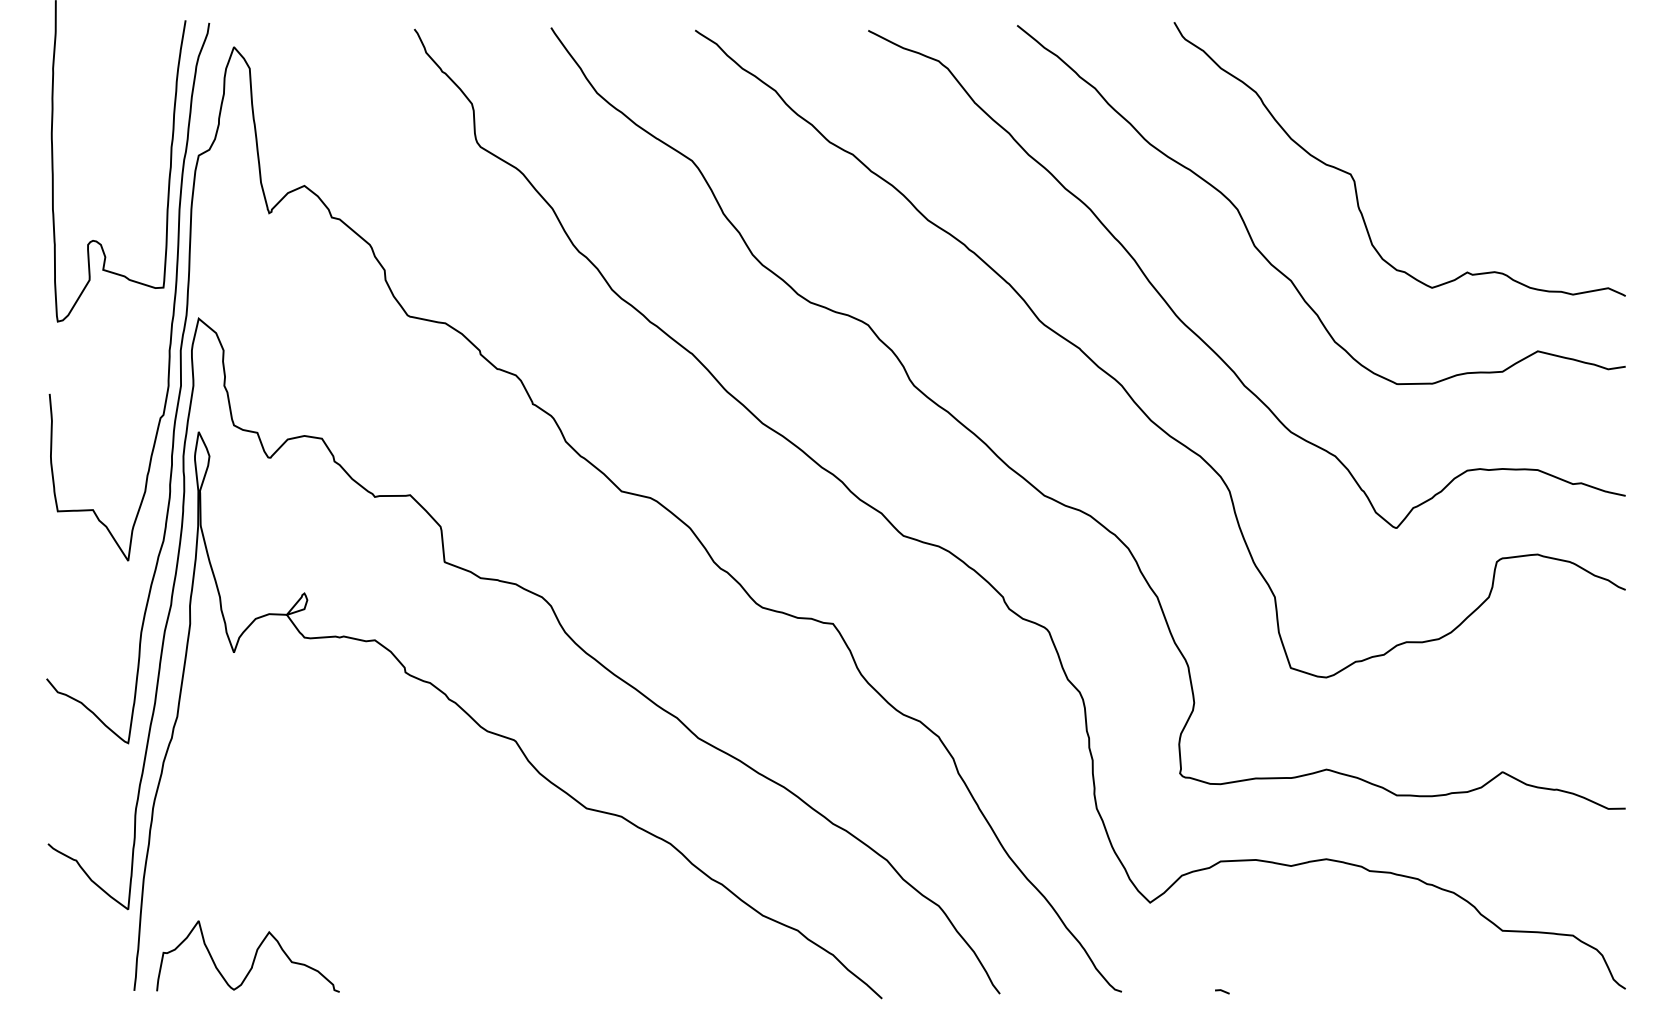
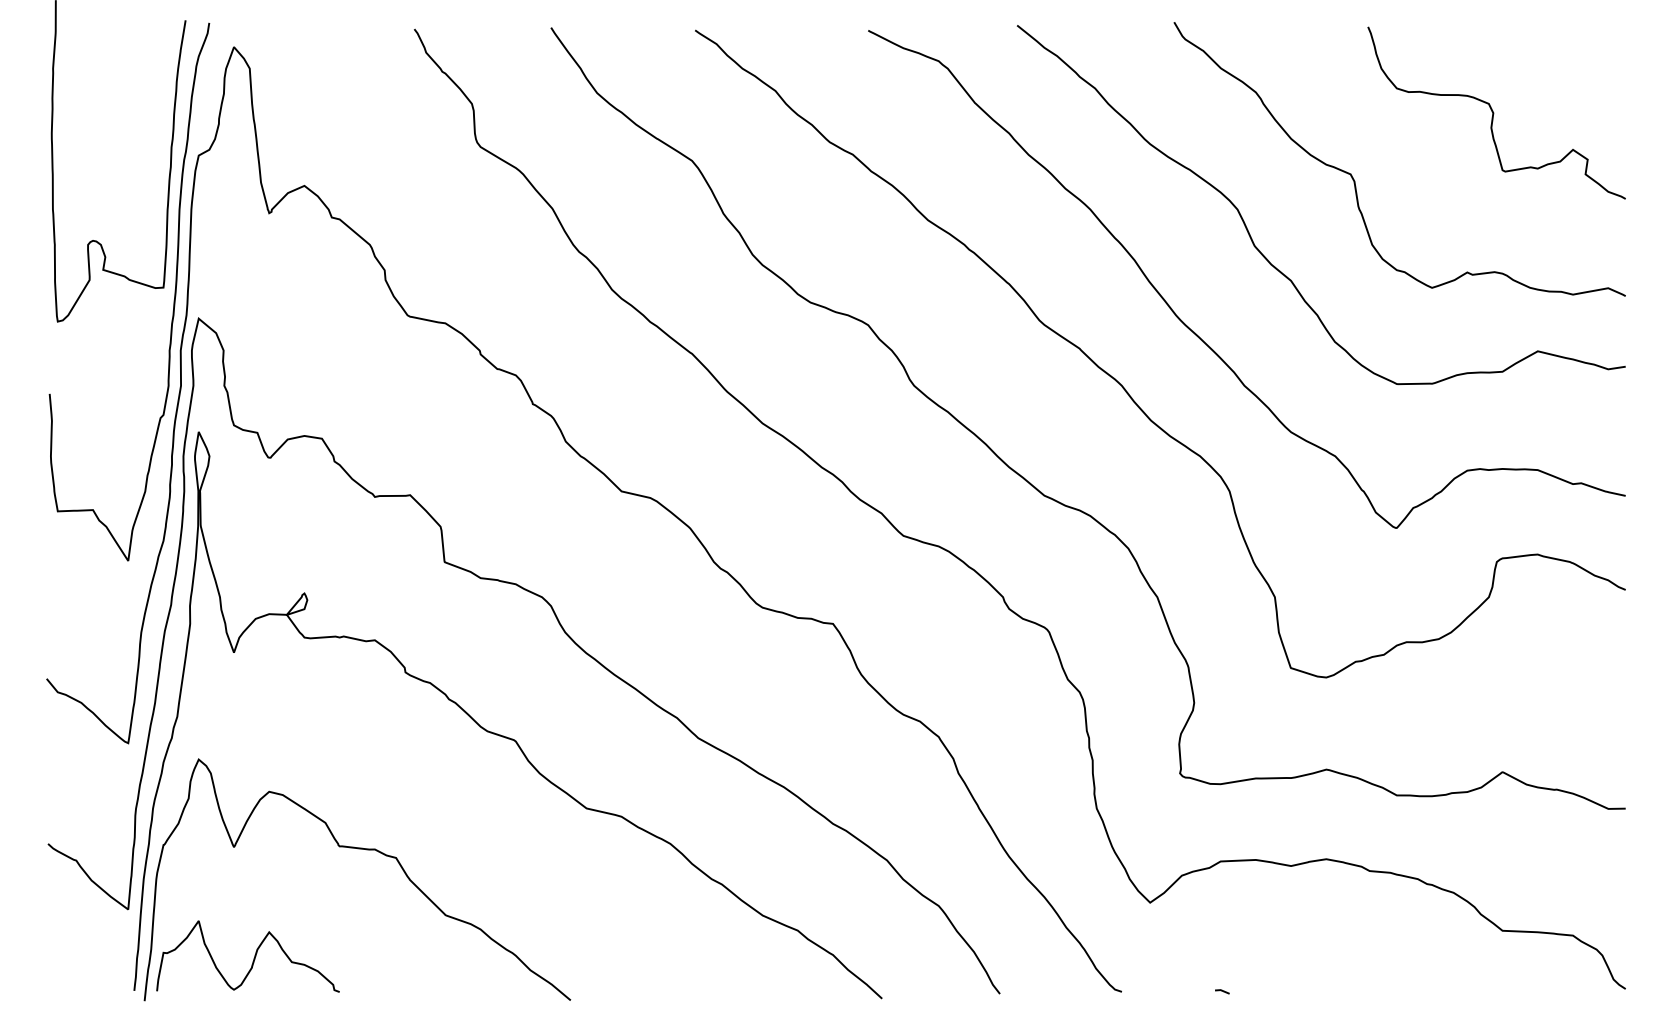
curve at (1494, 112): none -> present
curve at (357, 849): none -> present
